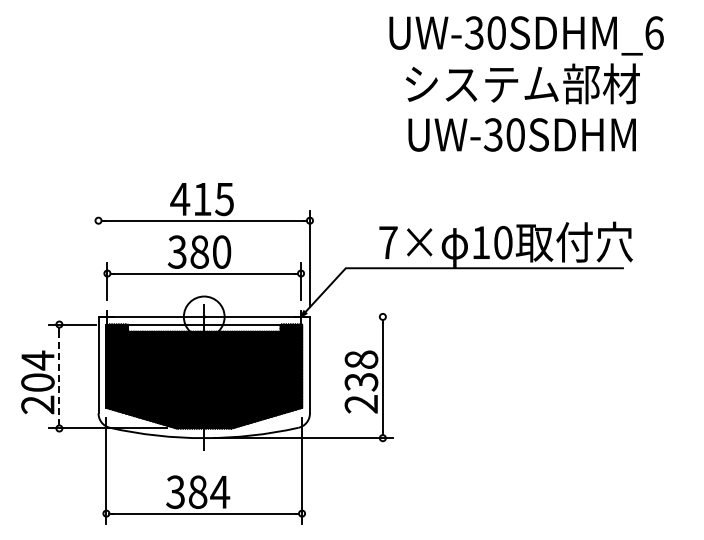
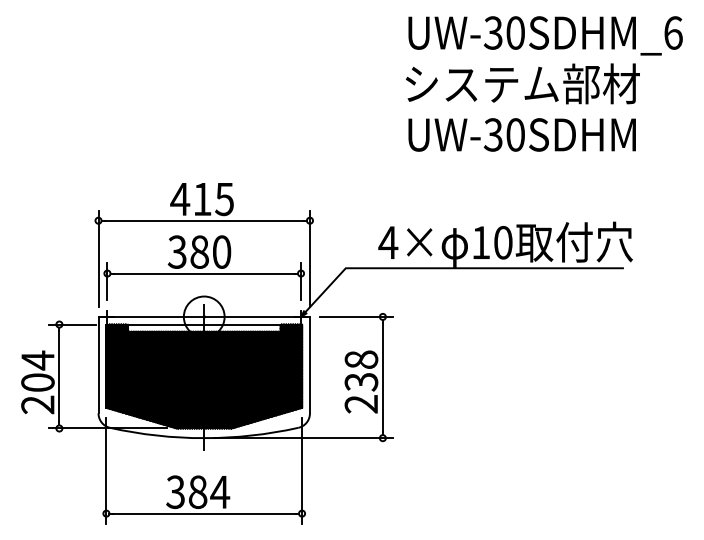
text at (526, 35) position: (526, 35) -> (545, 35)
text at (388, 242): 7× -> 4×
line at (98, 258): none -> present
line at (356, 316): none -> present
line at (59, 376): dashed -> solid
